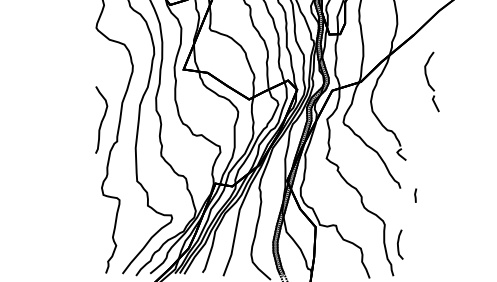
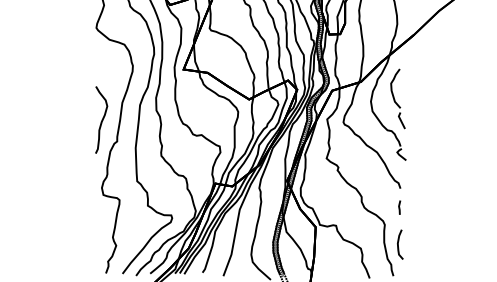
part at (431, 81) position: (431, 81) -> (397, 98)
line at (415, 195) position: (415, 195) -> (399, 207)
